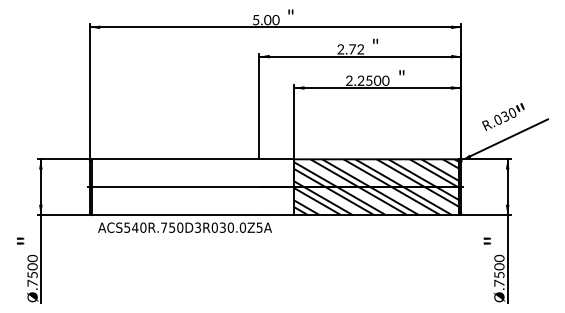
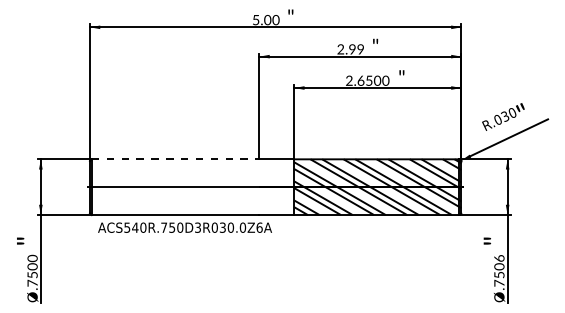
text at (356, 49): 2.72 -> 2.99
text at (360, 80): 2.2500 -> 2.6500
line at (175, 159): solid -> dashed
text at (259, 227): ACS540R.750D3R030.0Z5A -> ACS540R.750D3R030.0Z6A
text at (498, 258): .7500 -> .7506
